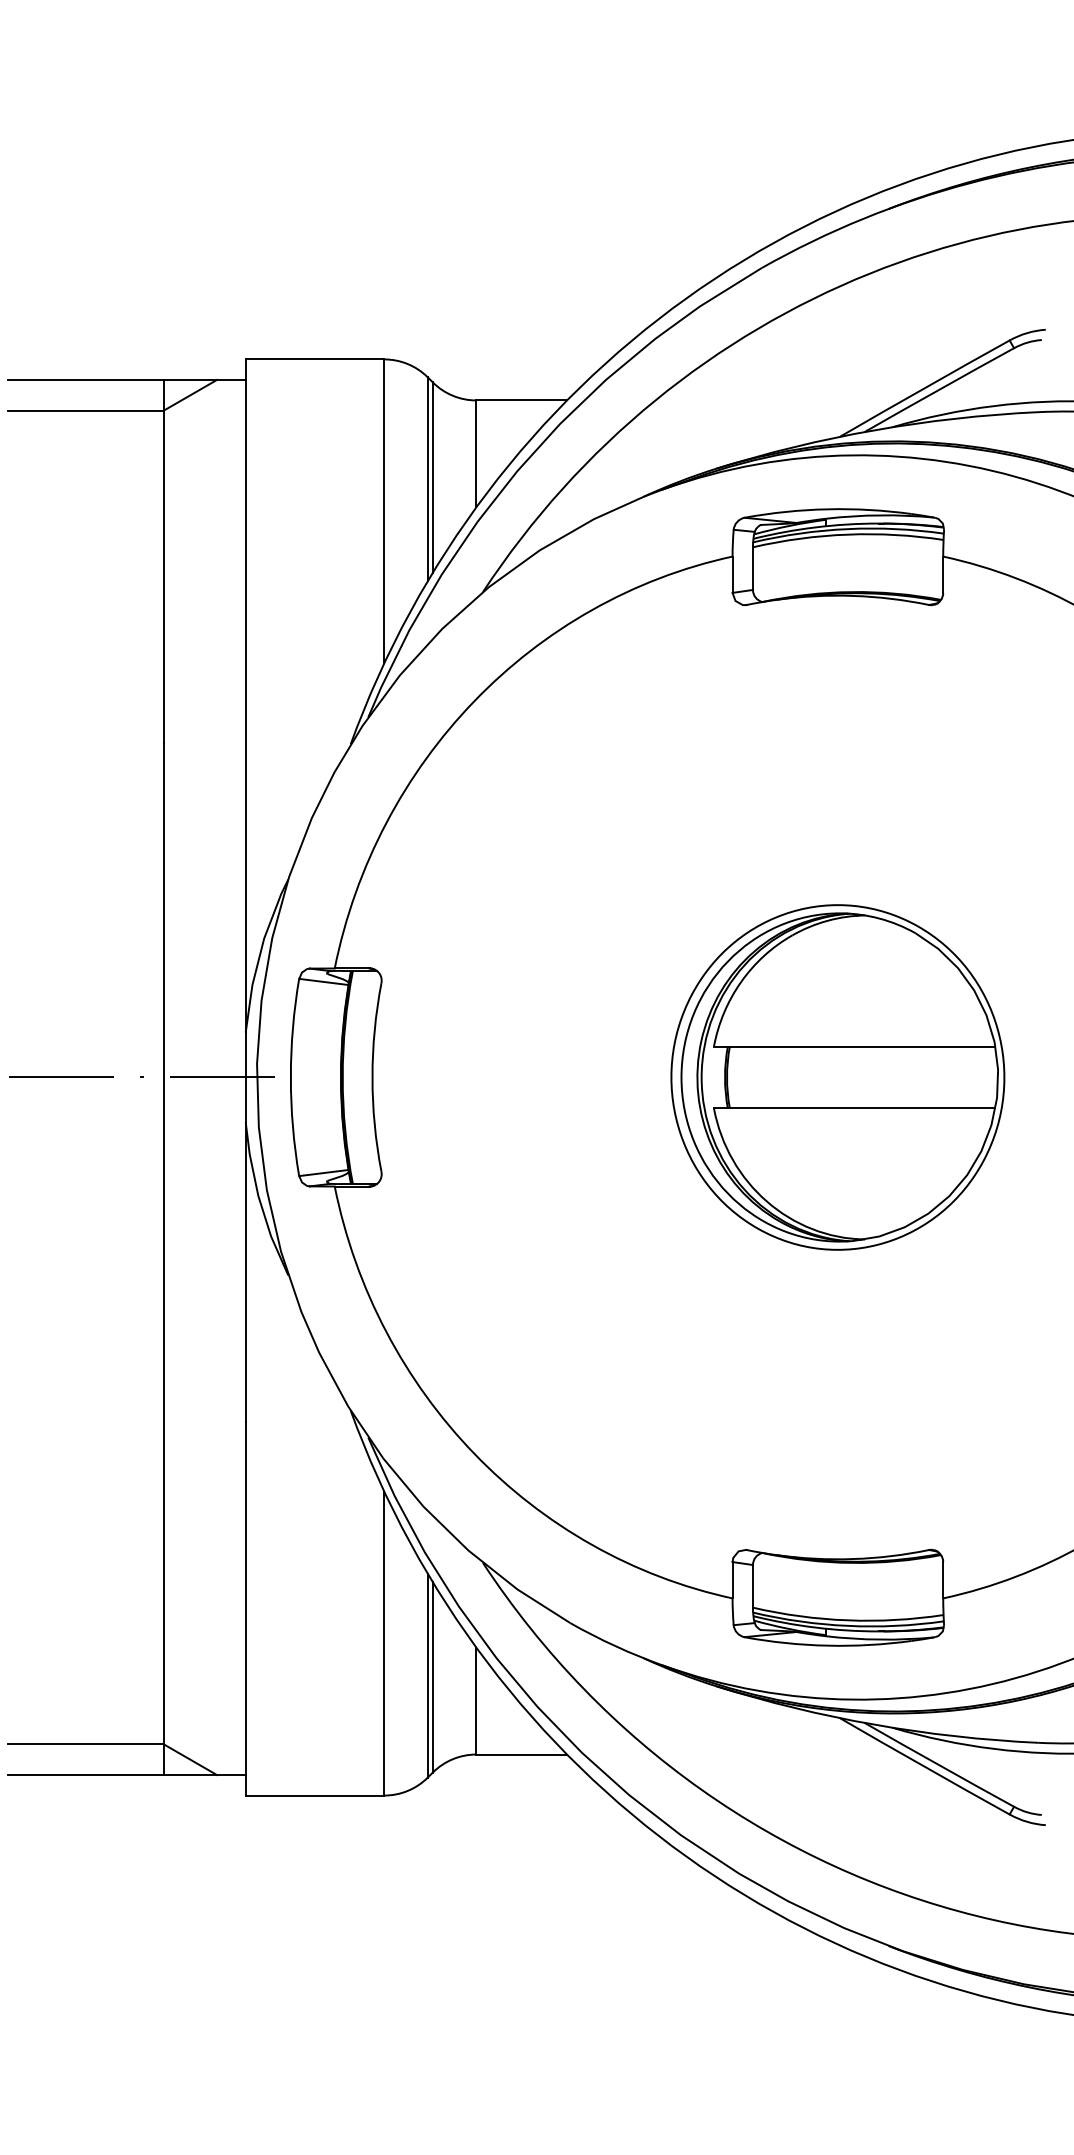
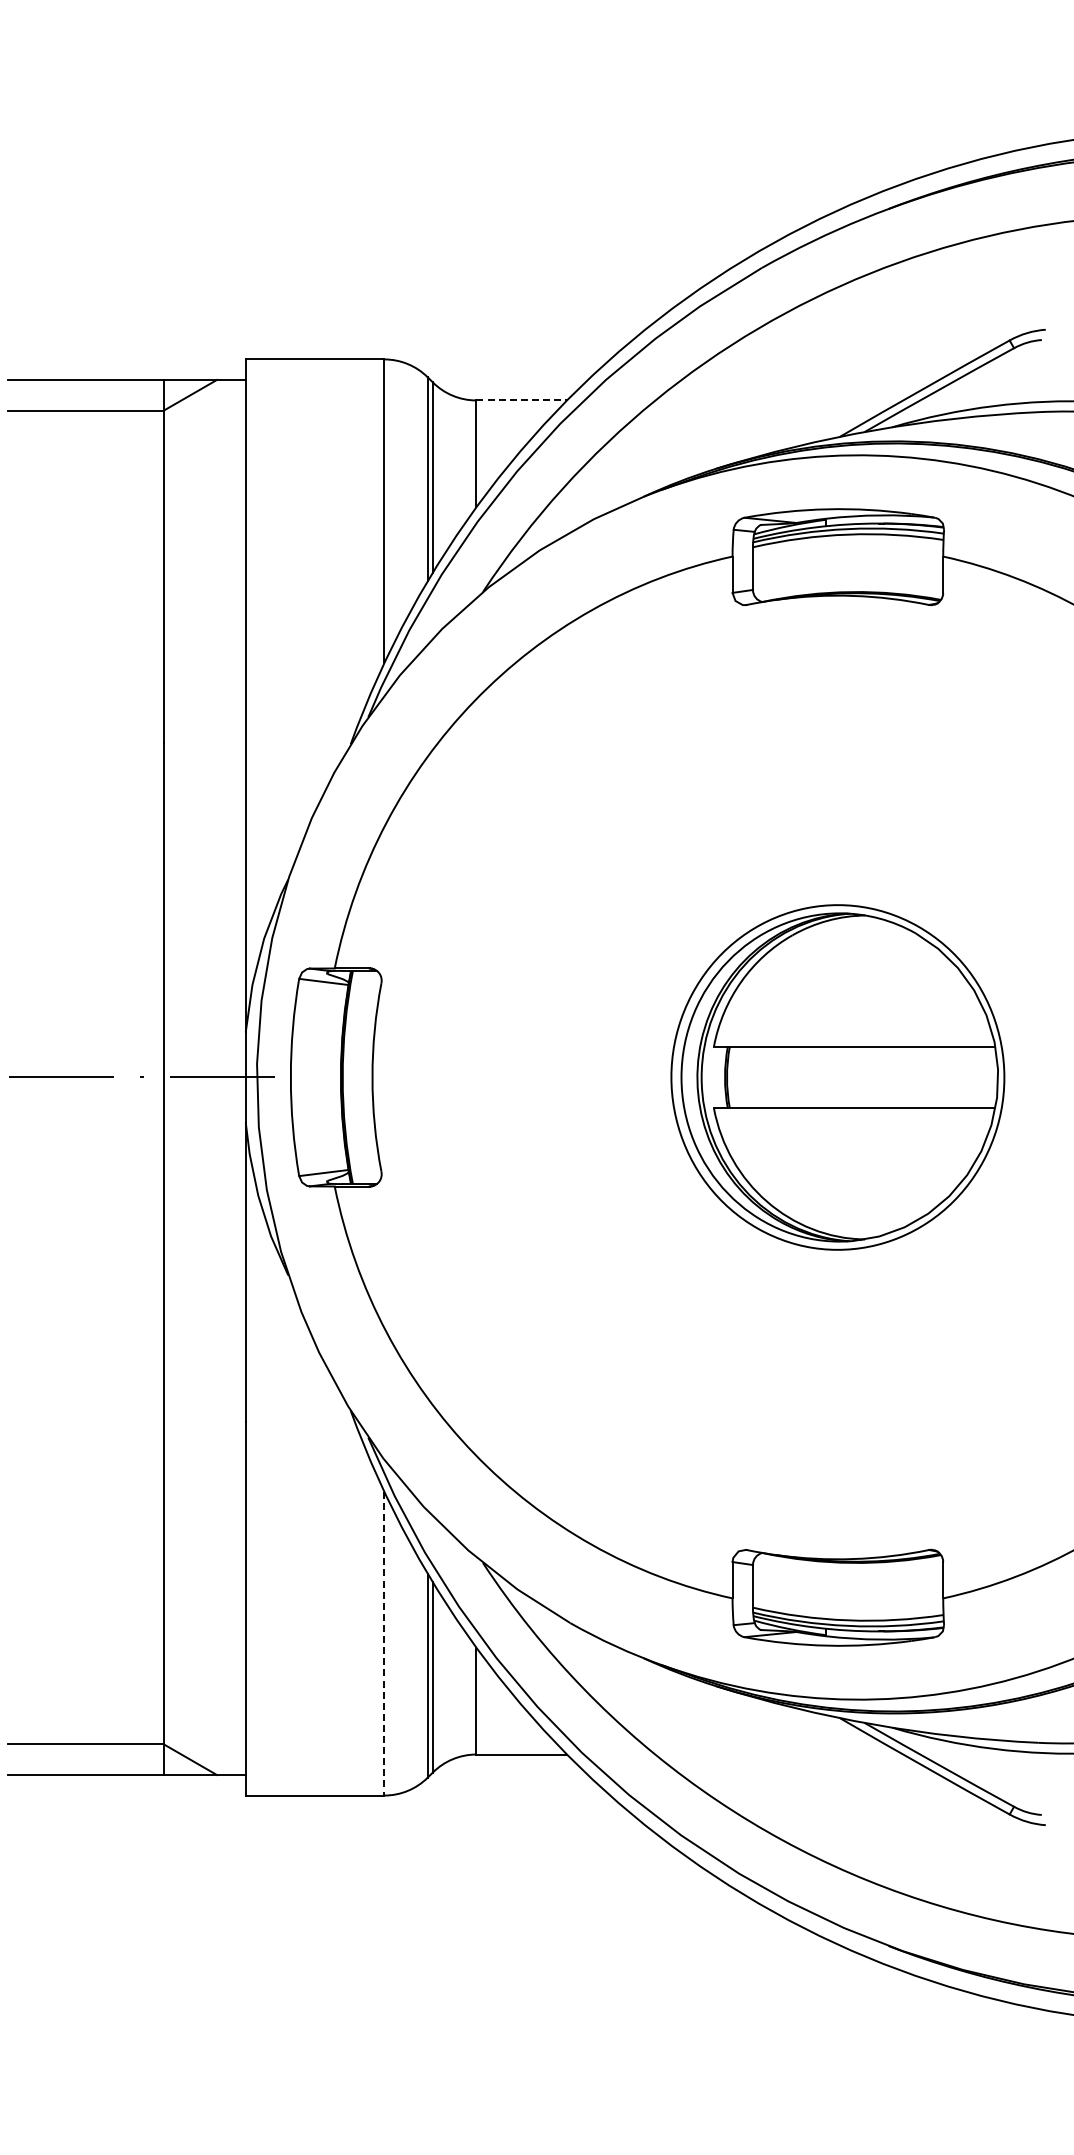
line at (522, 400): solid -> dashed
line at (384, 1643): solid -> dashed
